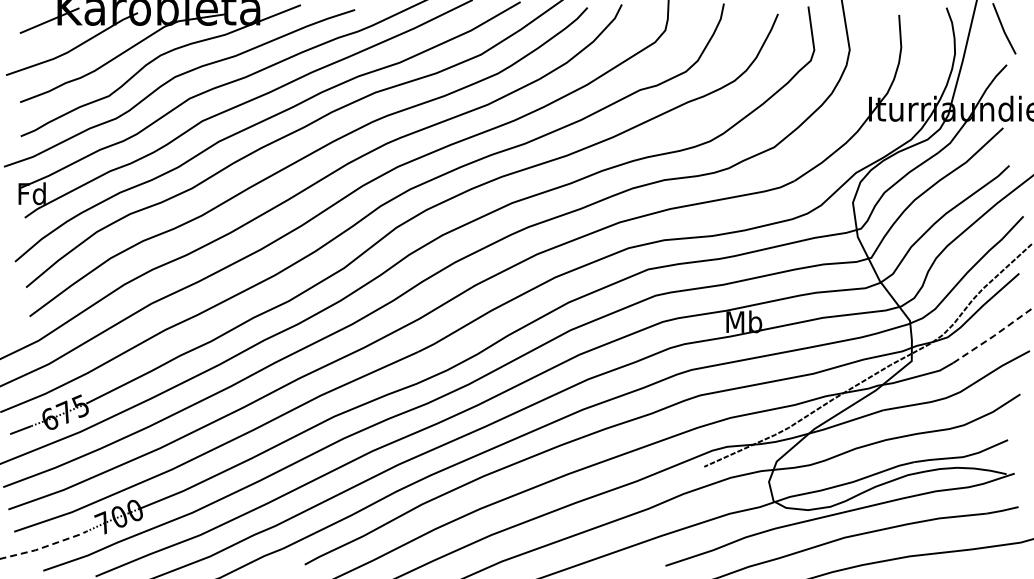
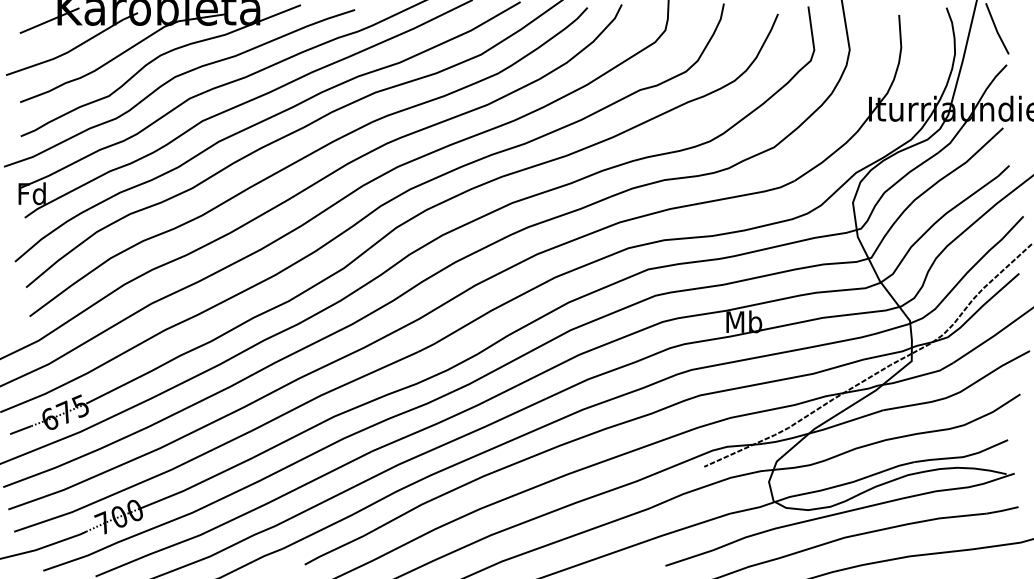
line at (1003, 28) position: (1003, 28) -> (996, 28)
line at (994, 335): dashed -> solid
line at (43, 547): dashed -> solid
